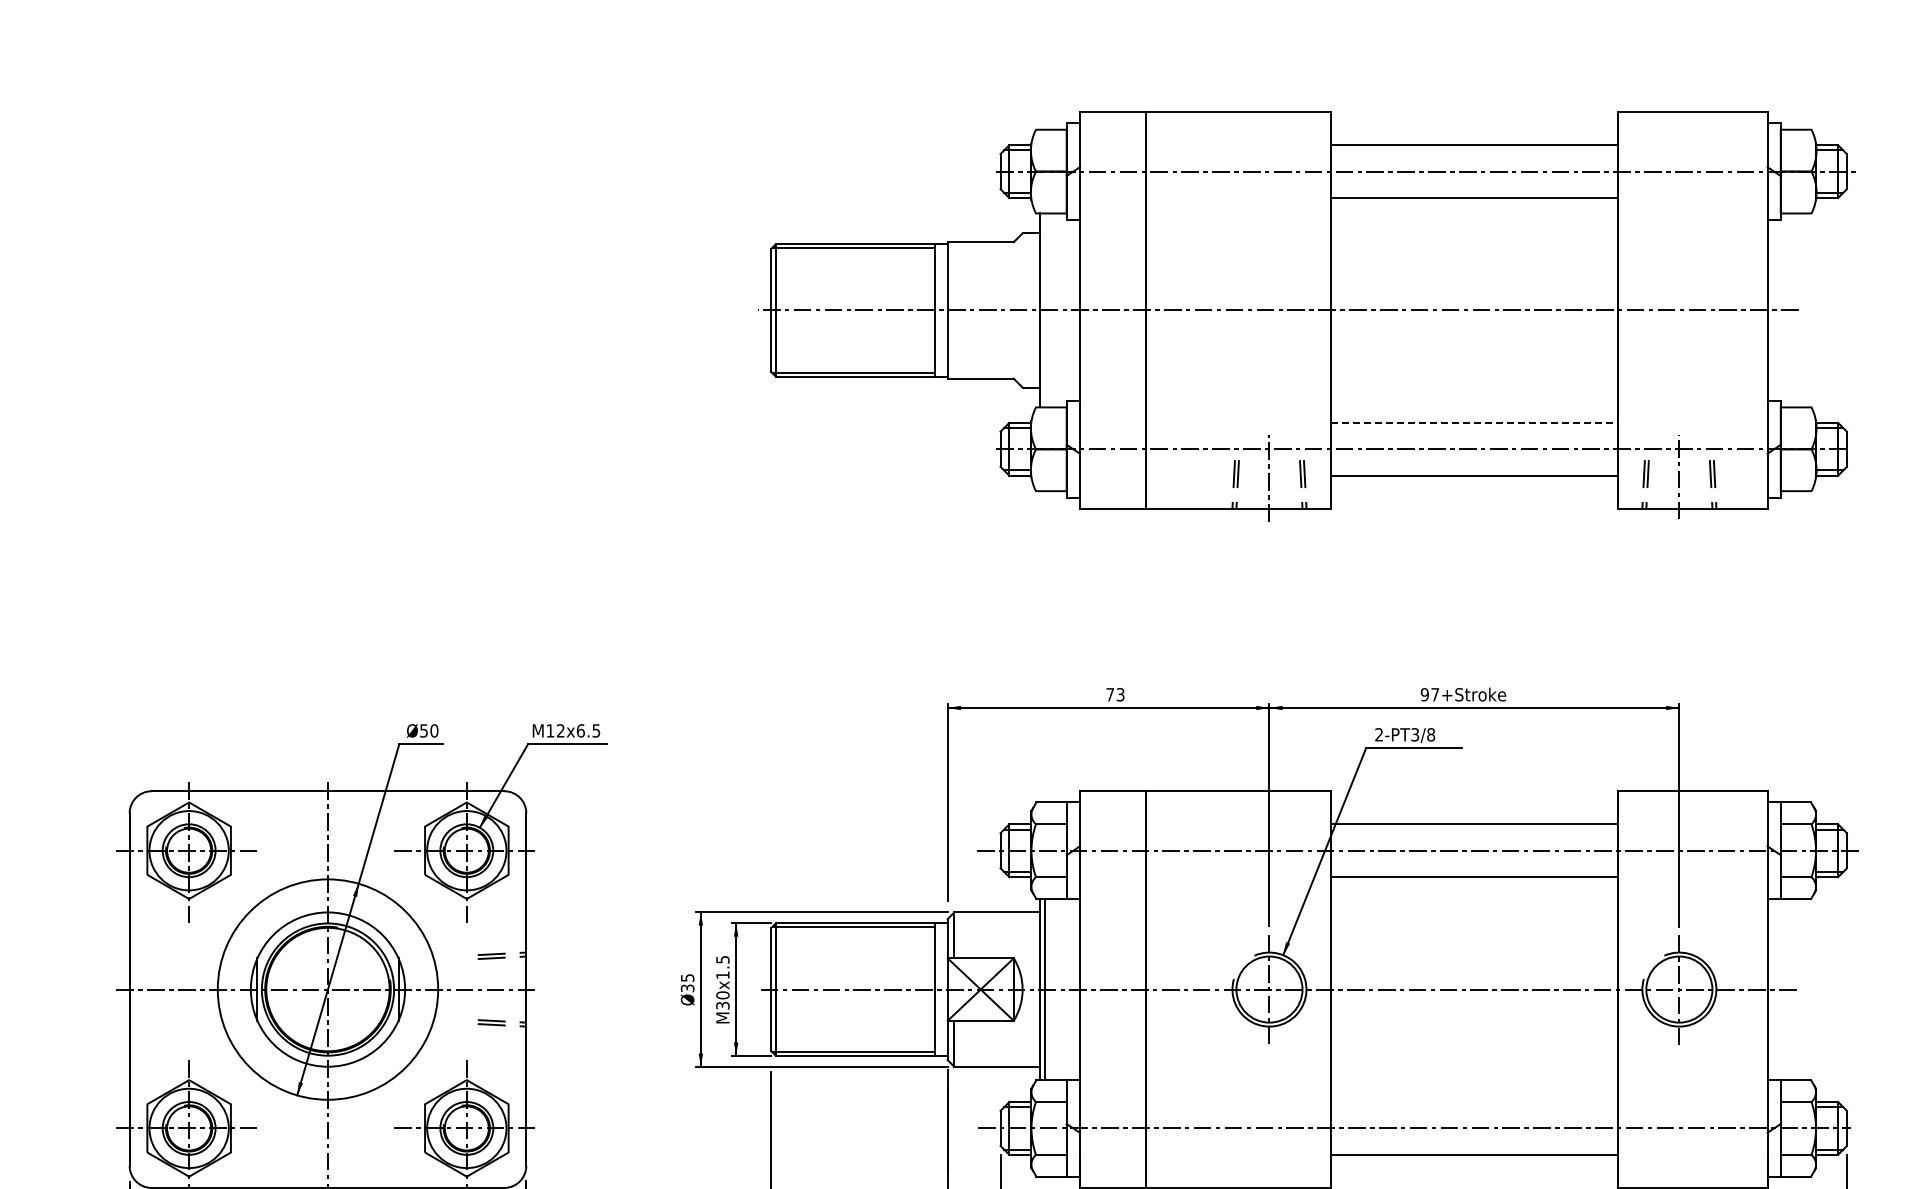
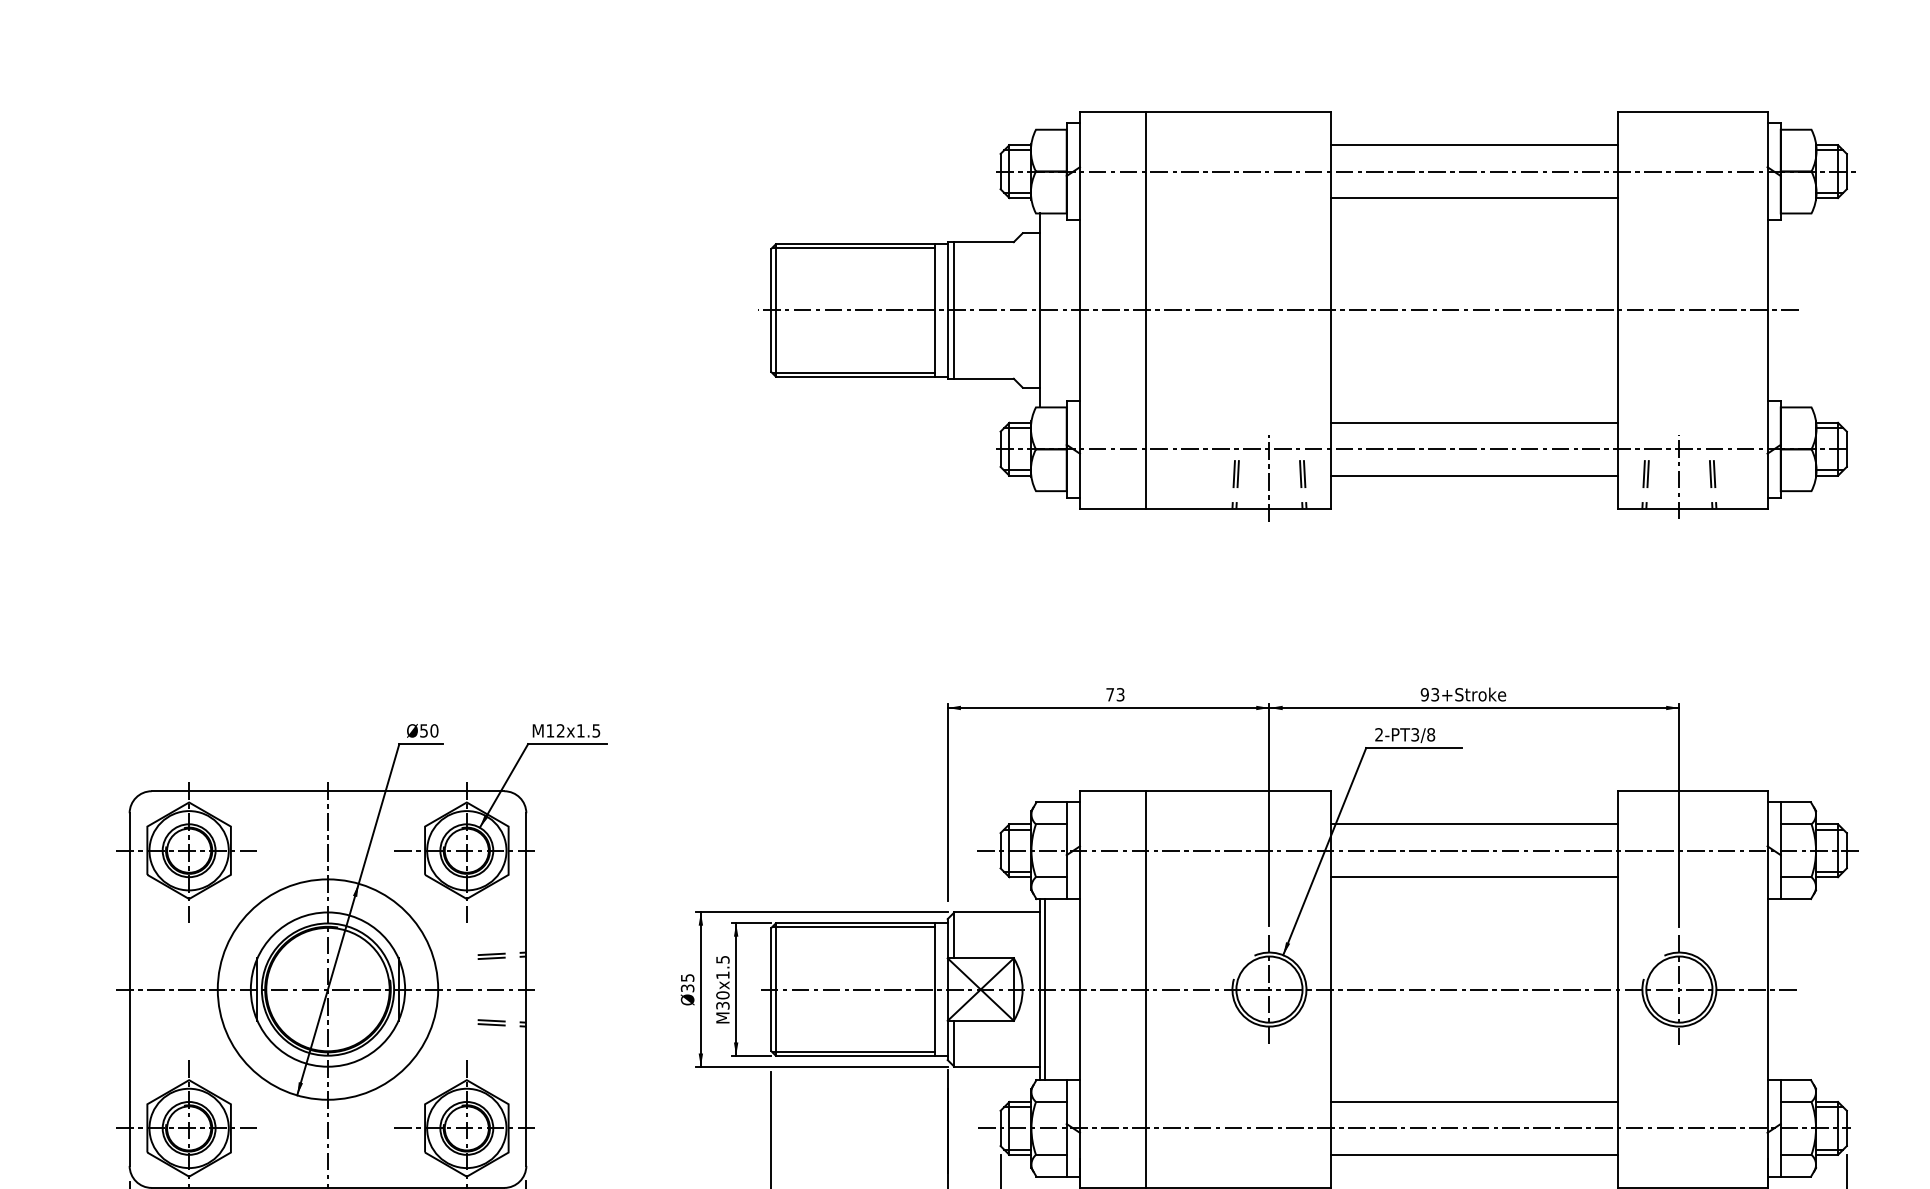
line at (954, 310): none -> present
line at (1474, 422): dashed -> solid
text at (1435, 694): 97+Stroke -> 93+Stroke
text at (580, 730): M12x6.5 -> M12x1.5
line at (1474, 1101): none -> present
